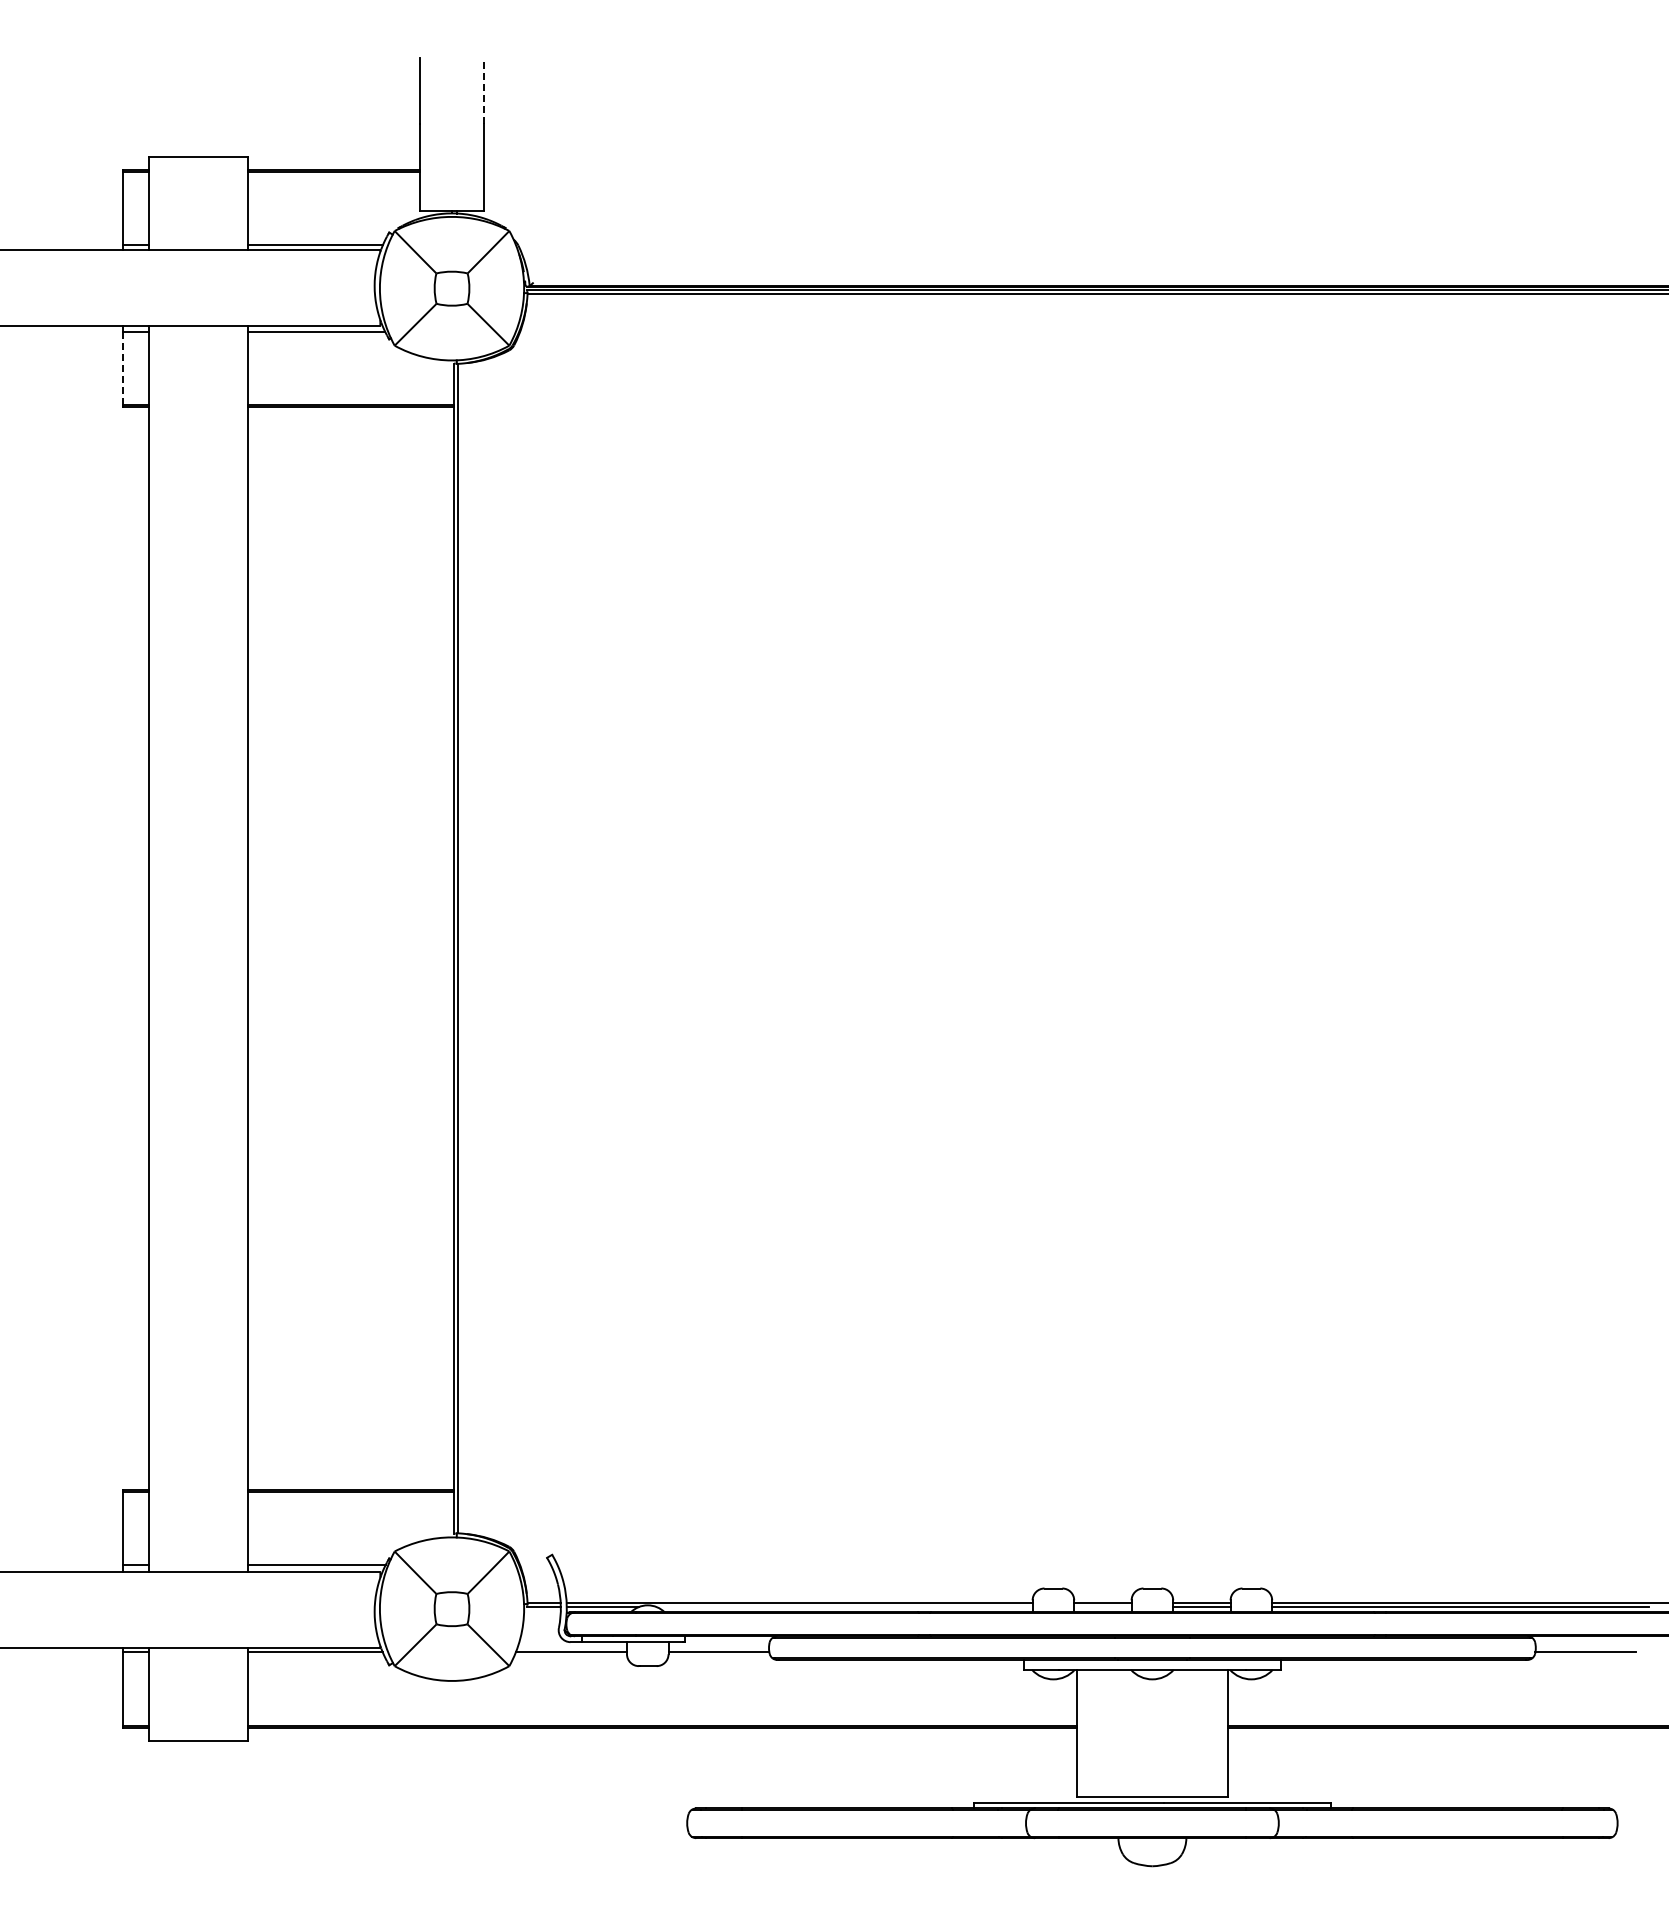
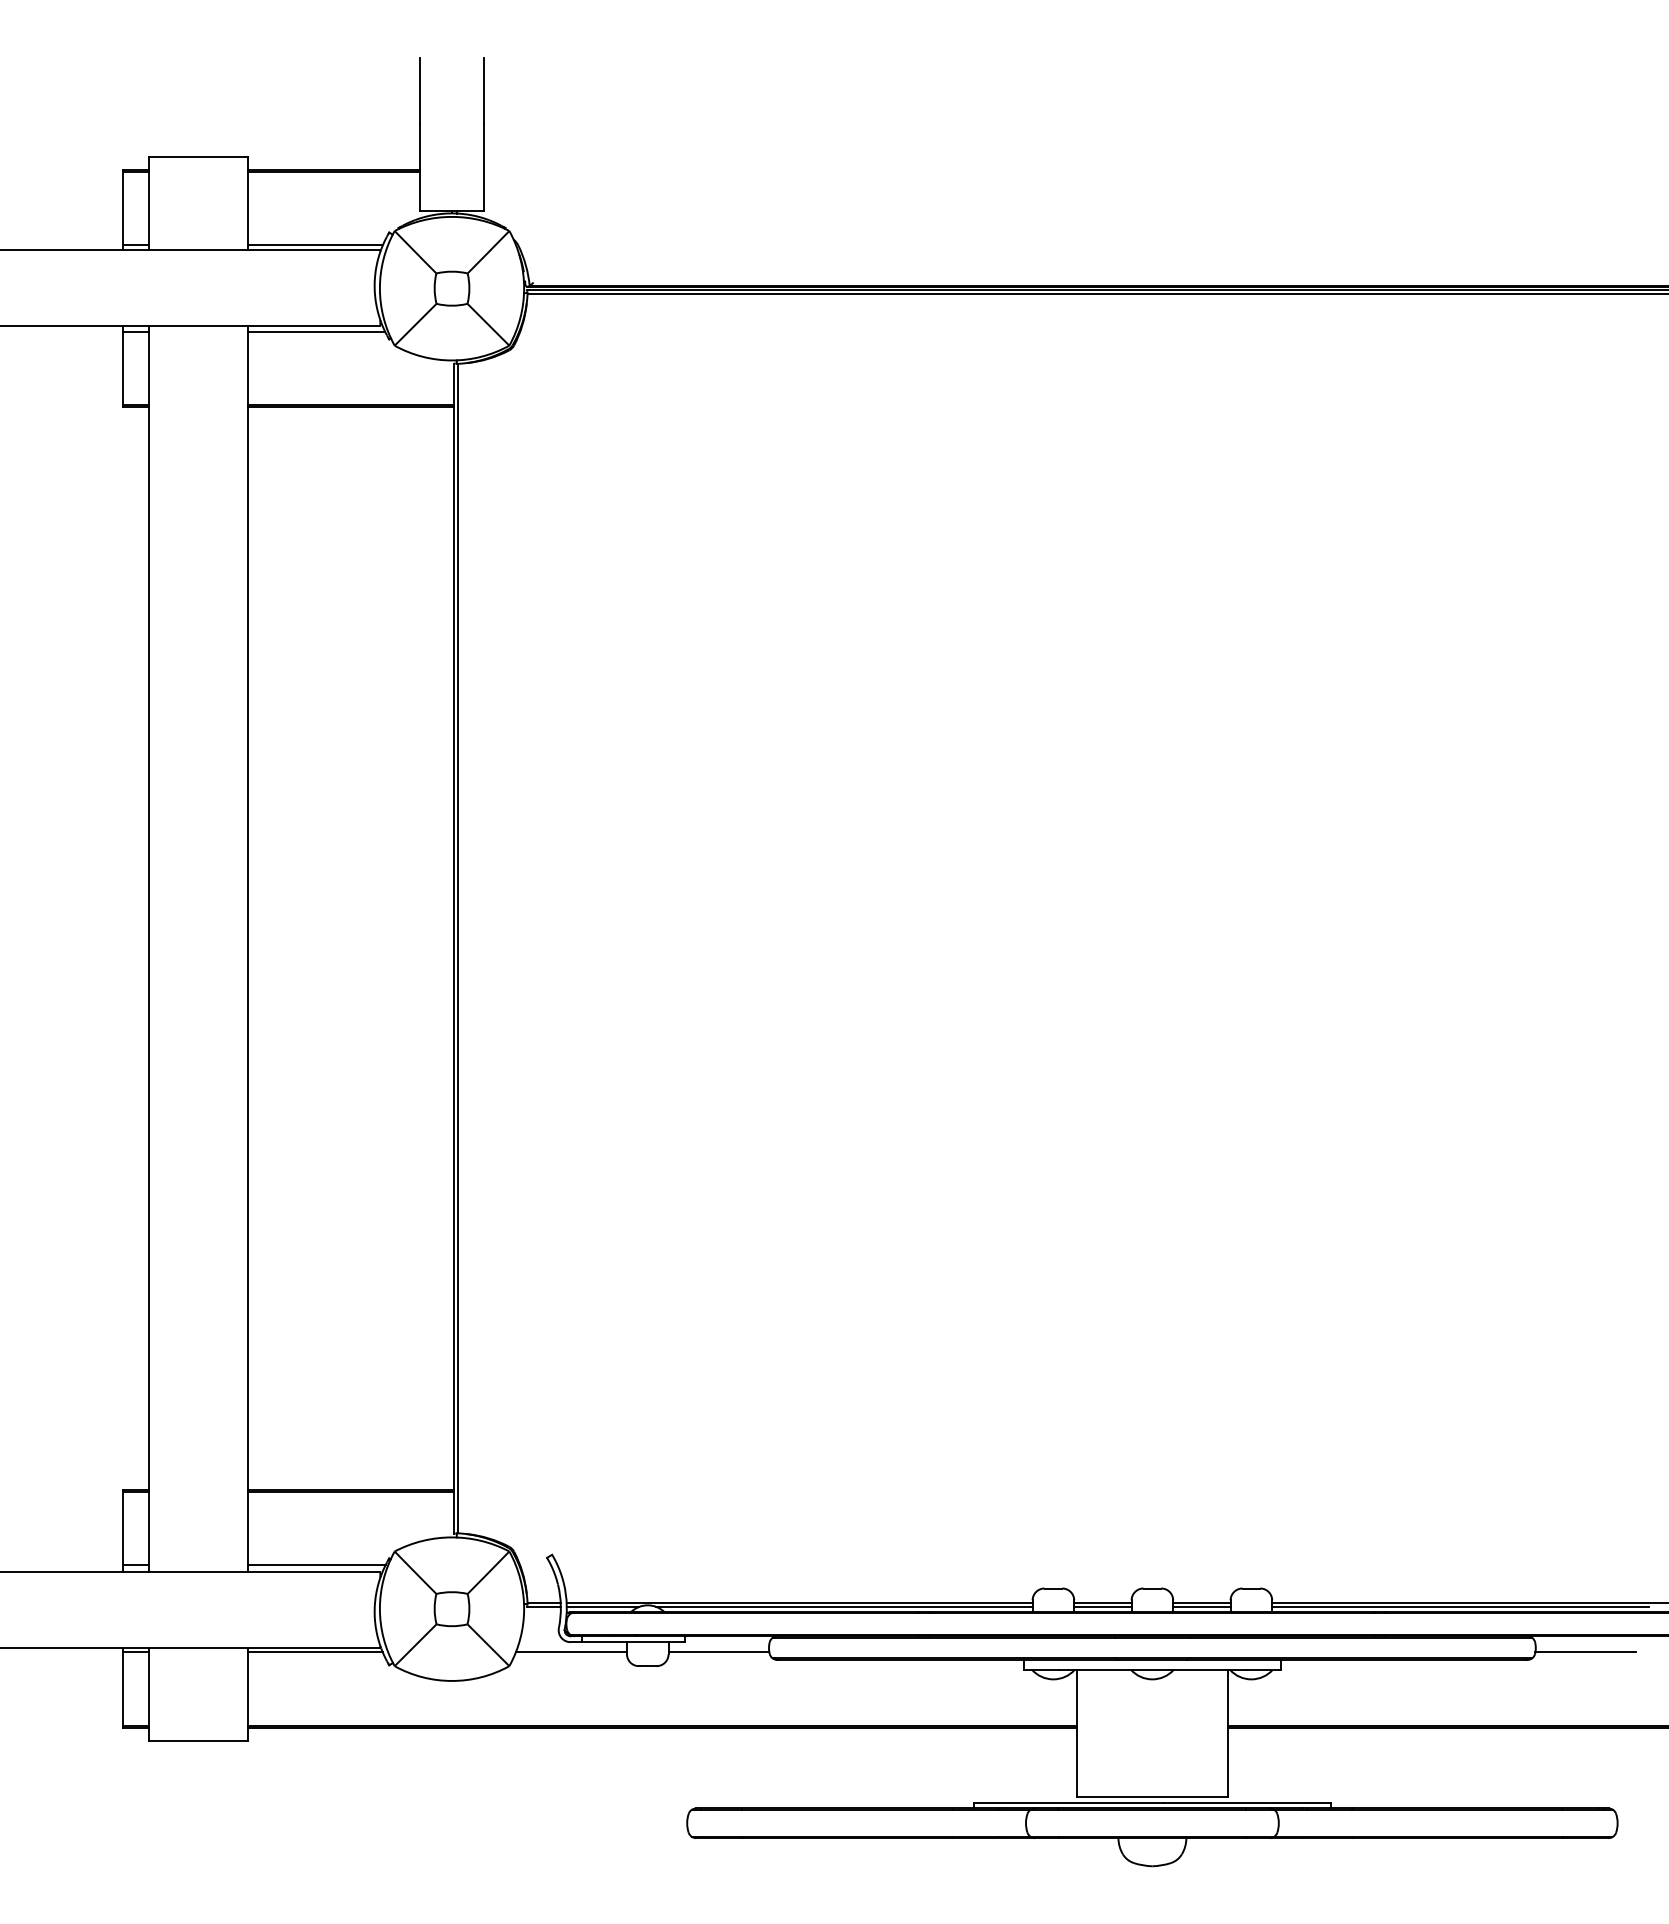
line at (483, 90): dashed -> solid
line at (123, 368): dashed -> solid
line at (844, 1606): none -> present
line at (1102, 1606): none -> present
